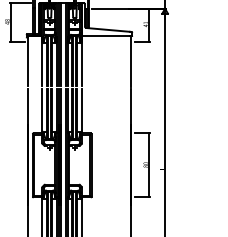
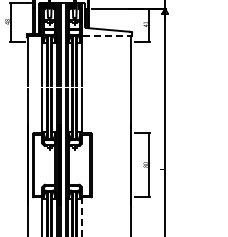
line at (106, 36): solid -> dashed
line at (81, 217): solid -> dashed
